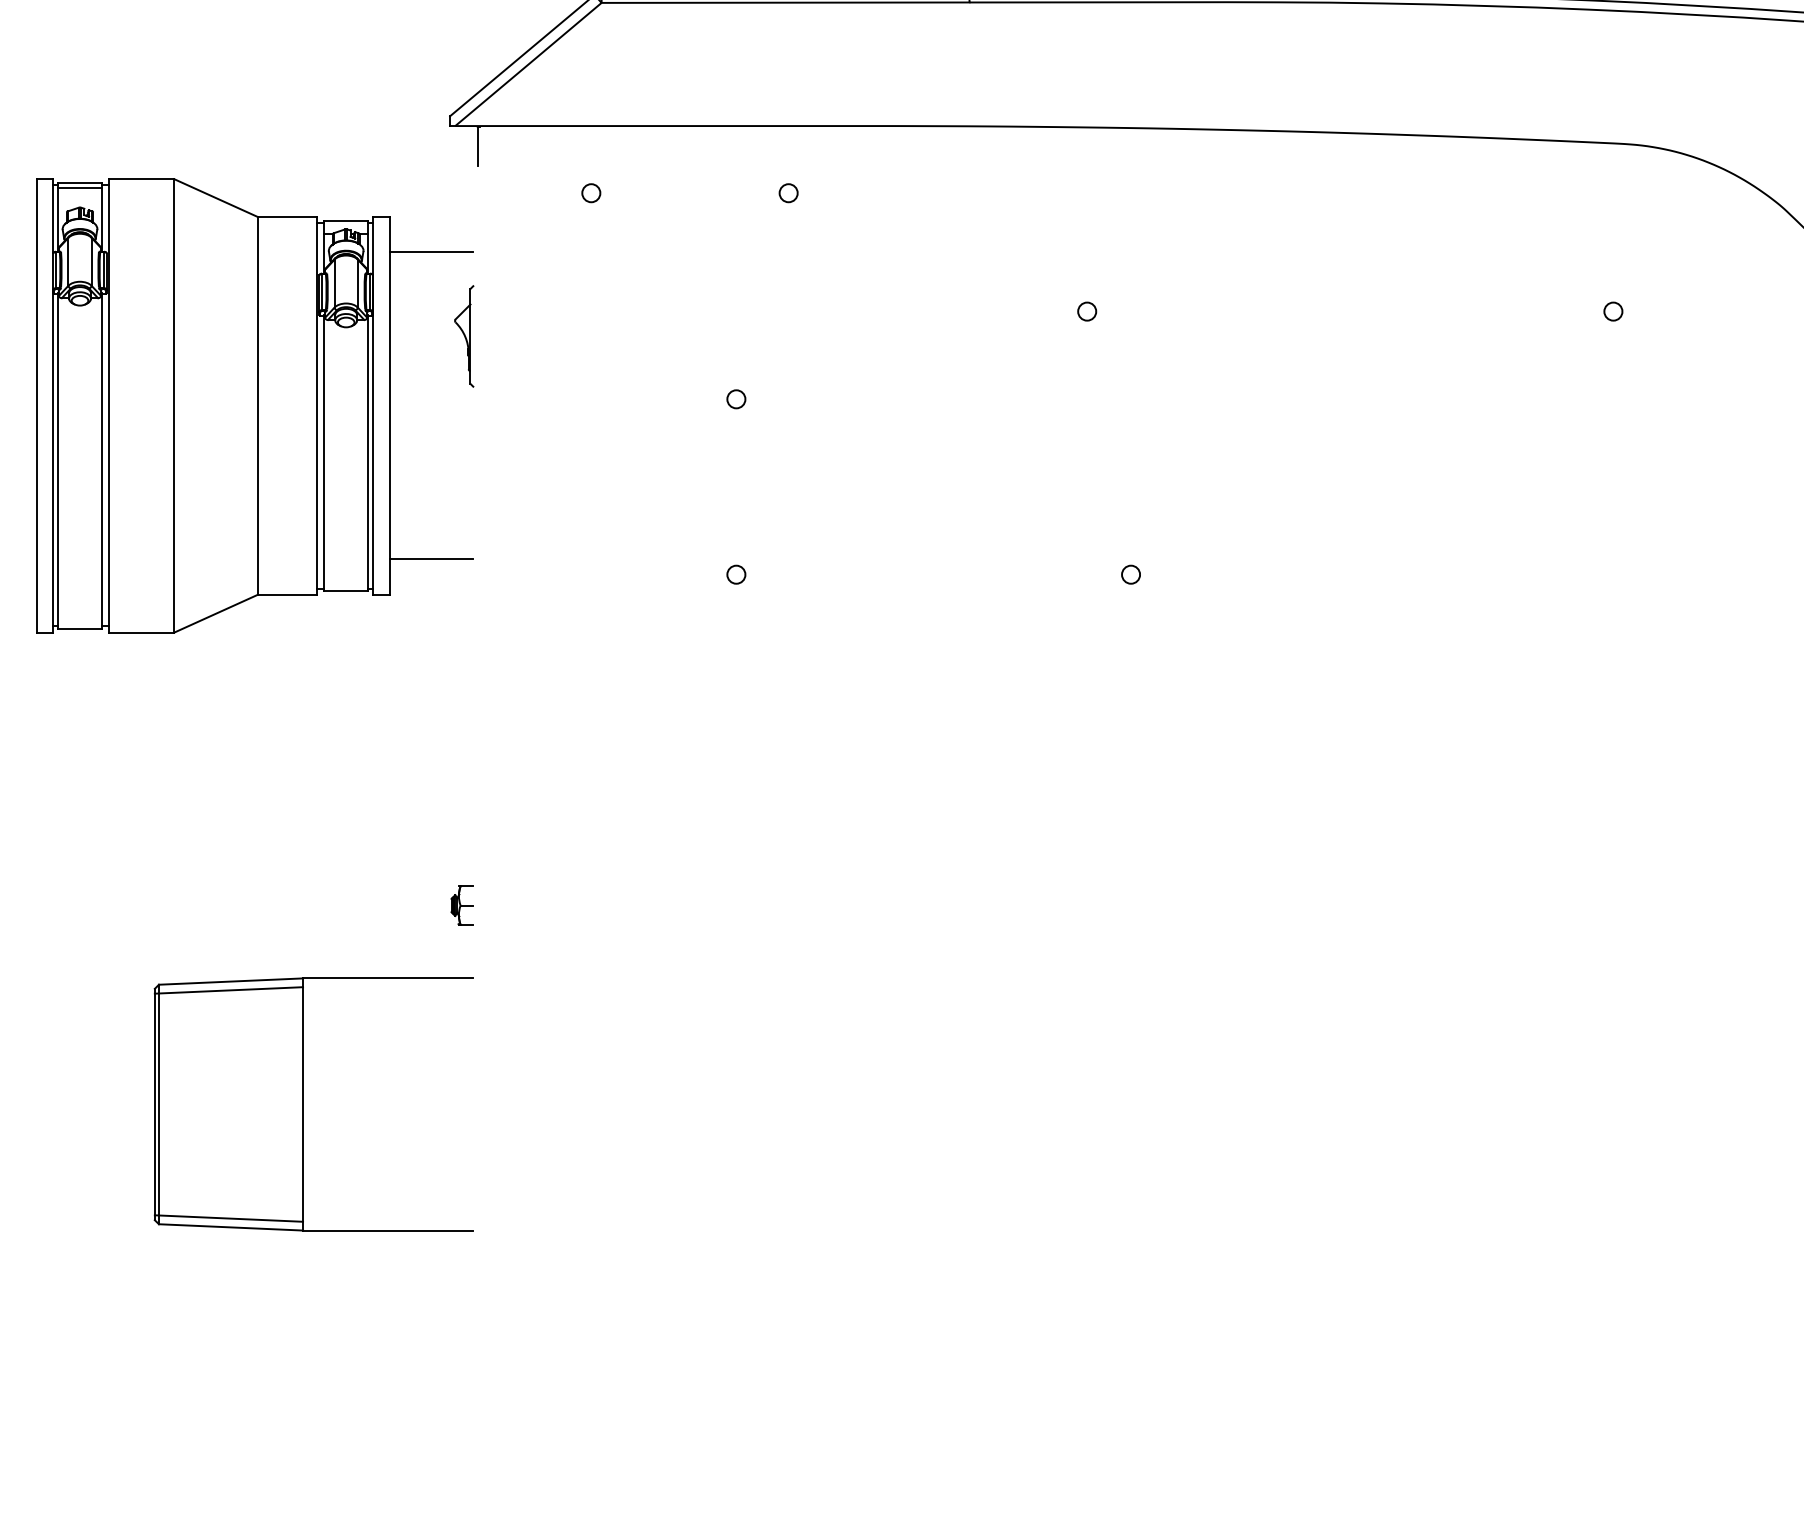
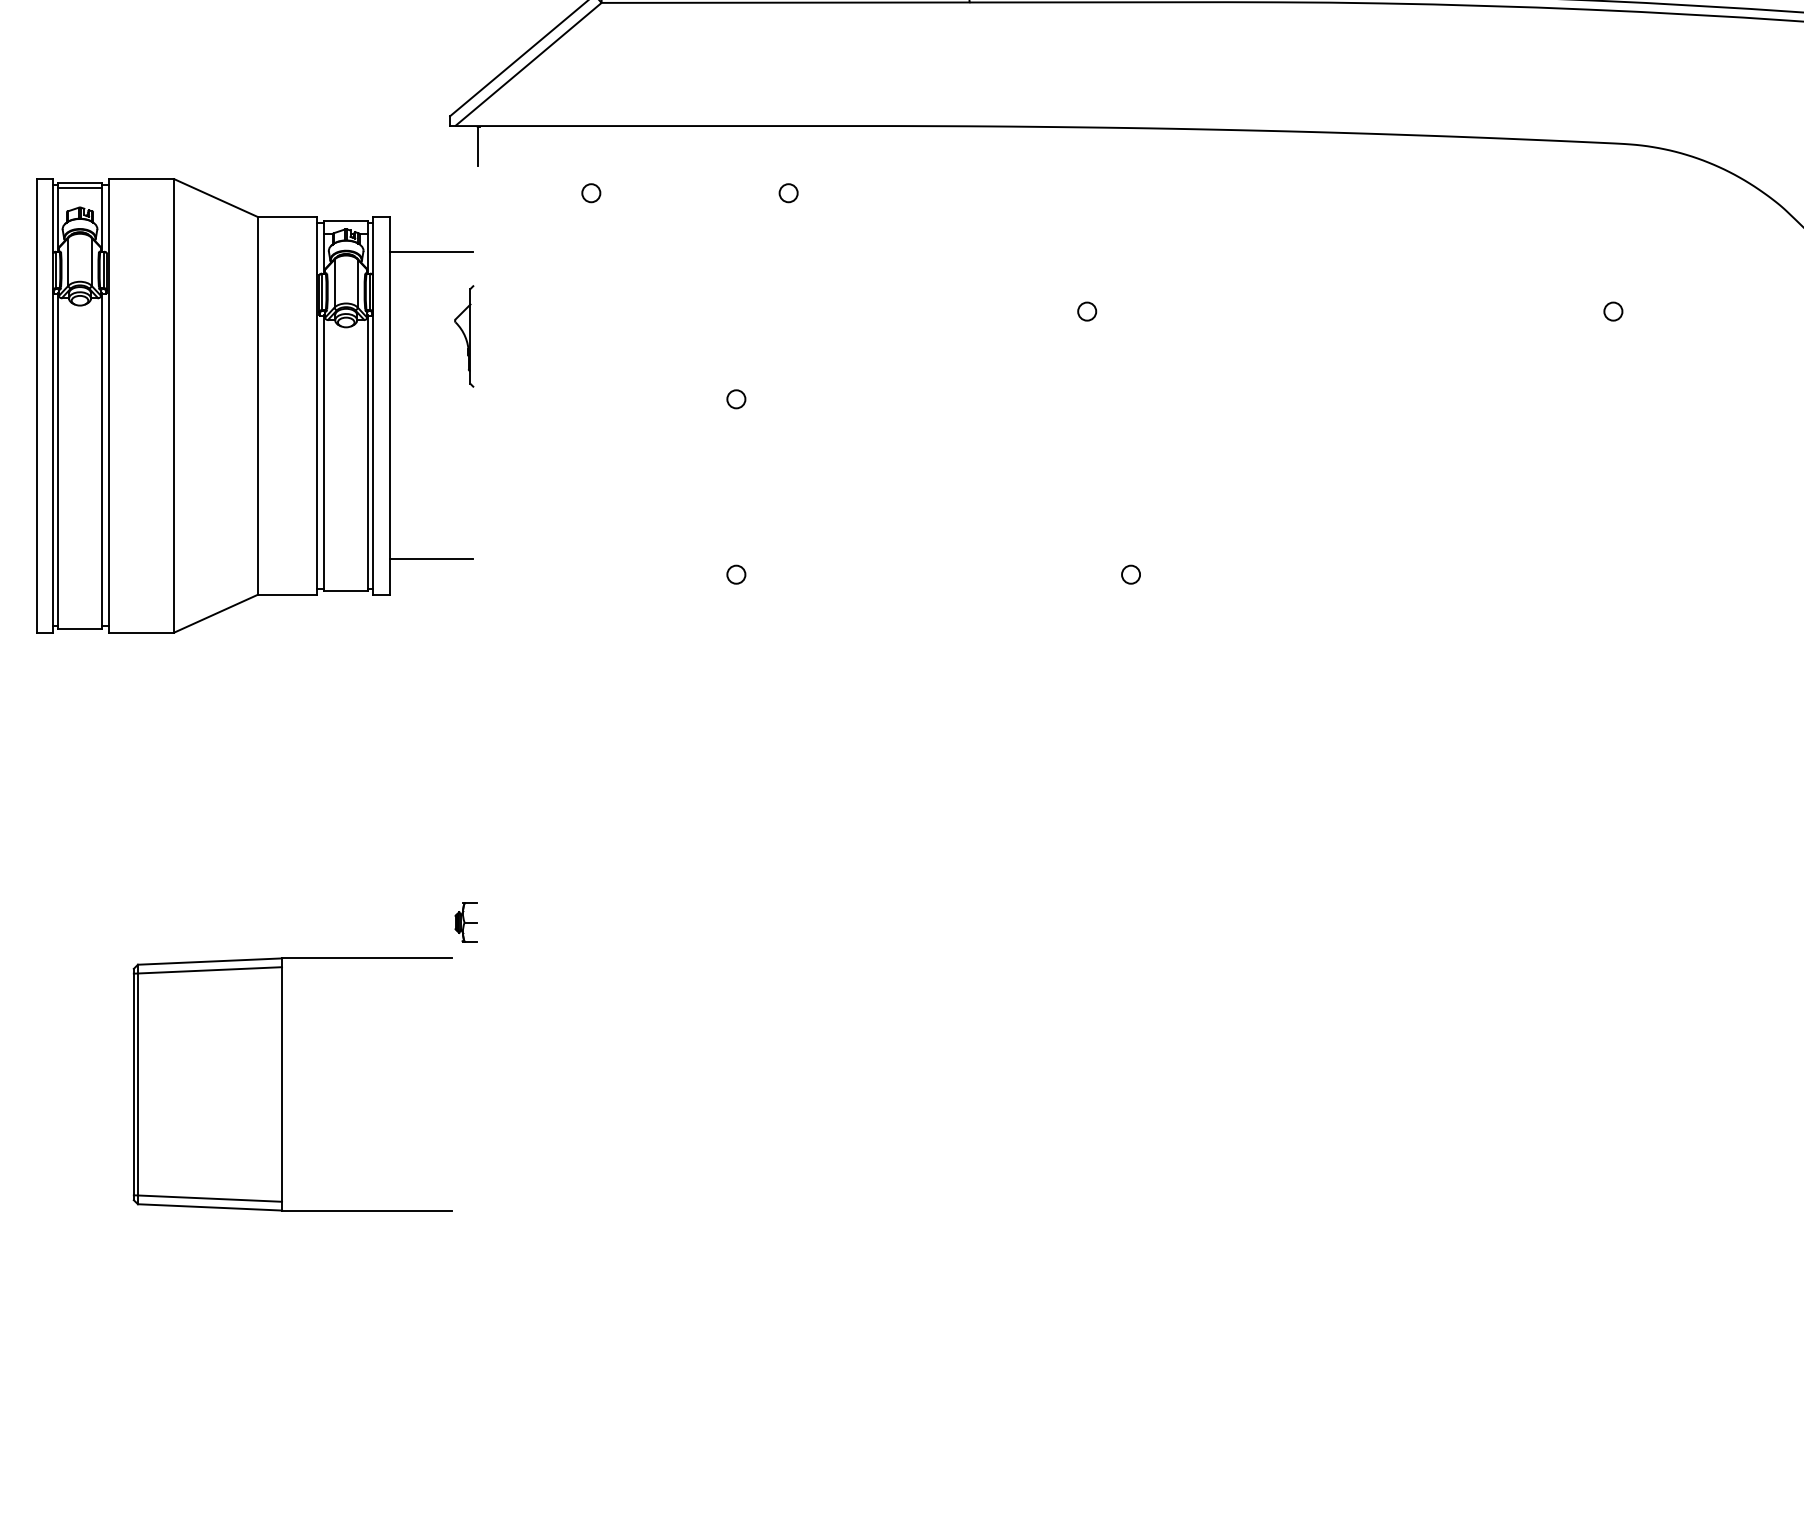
part at (461, 905) position: (461, 905) -> (465, 922)
part at (303, 1104) position: (303, 1104) -> (282, 1084)
